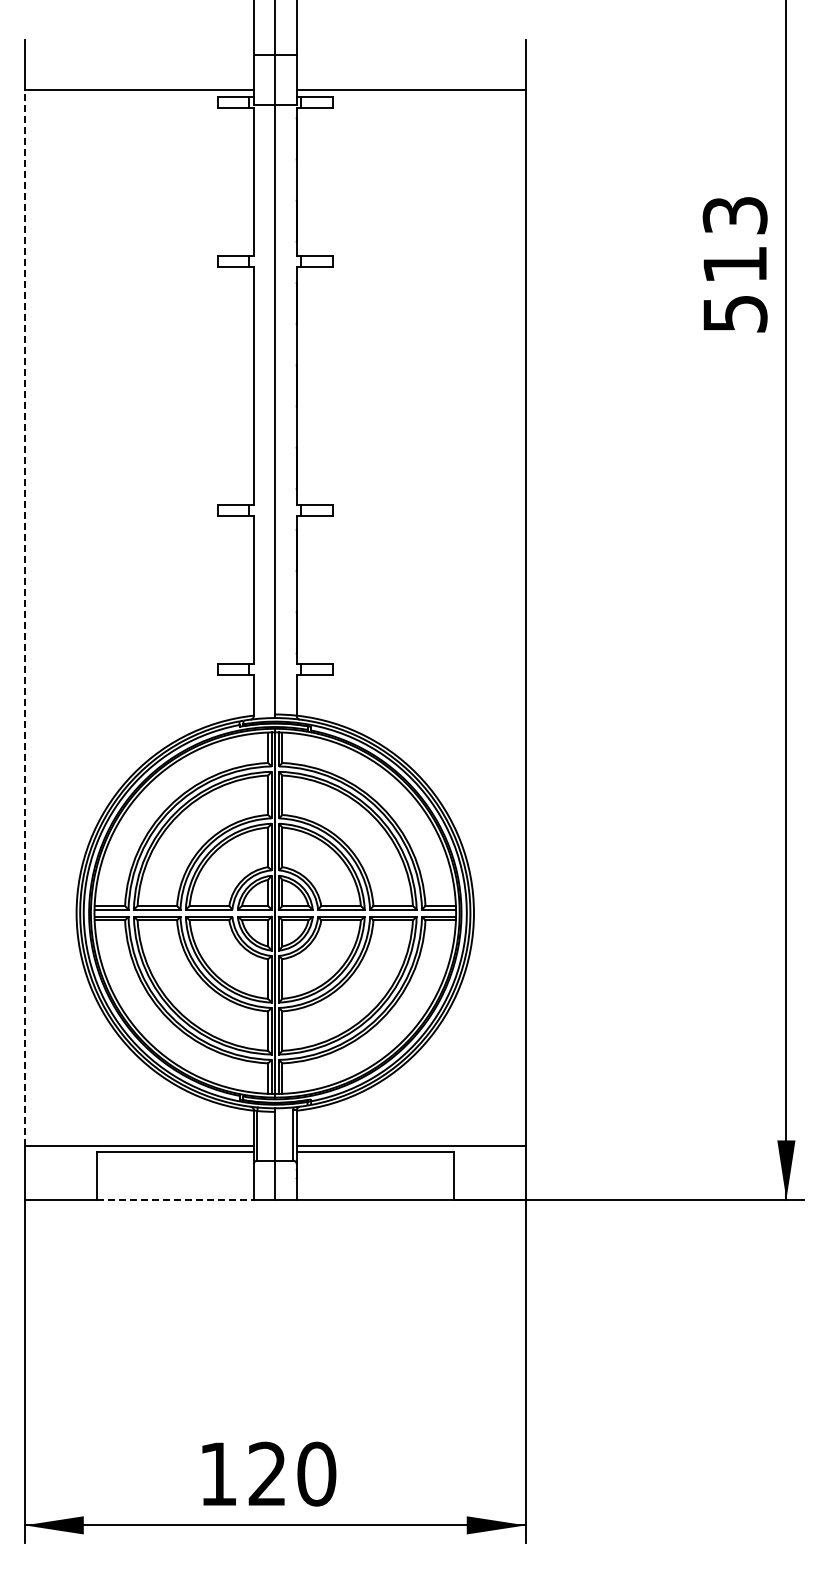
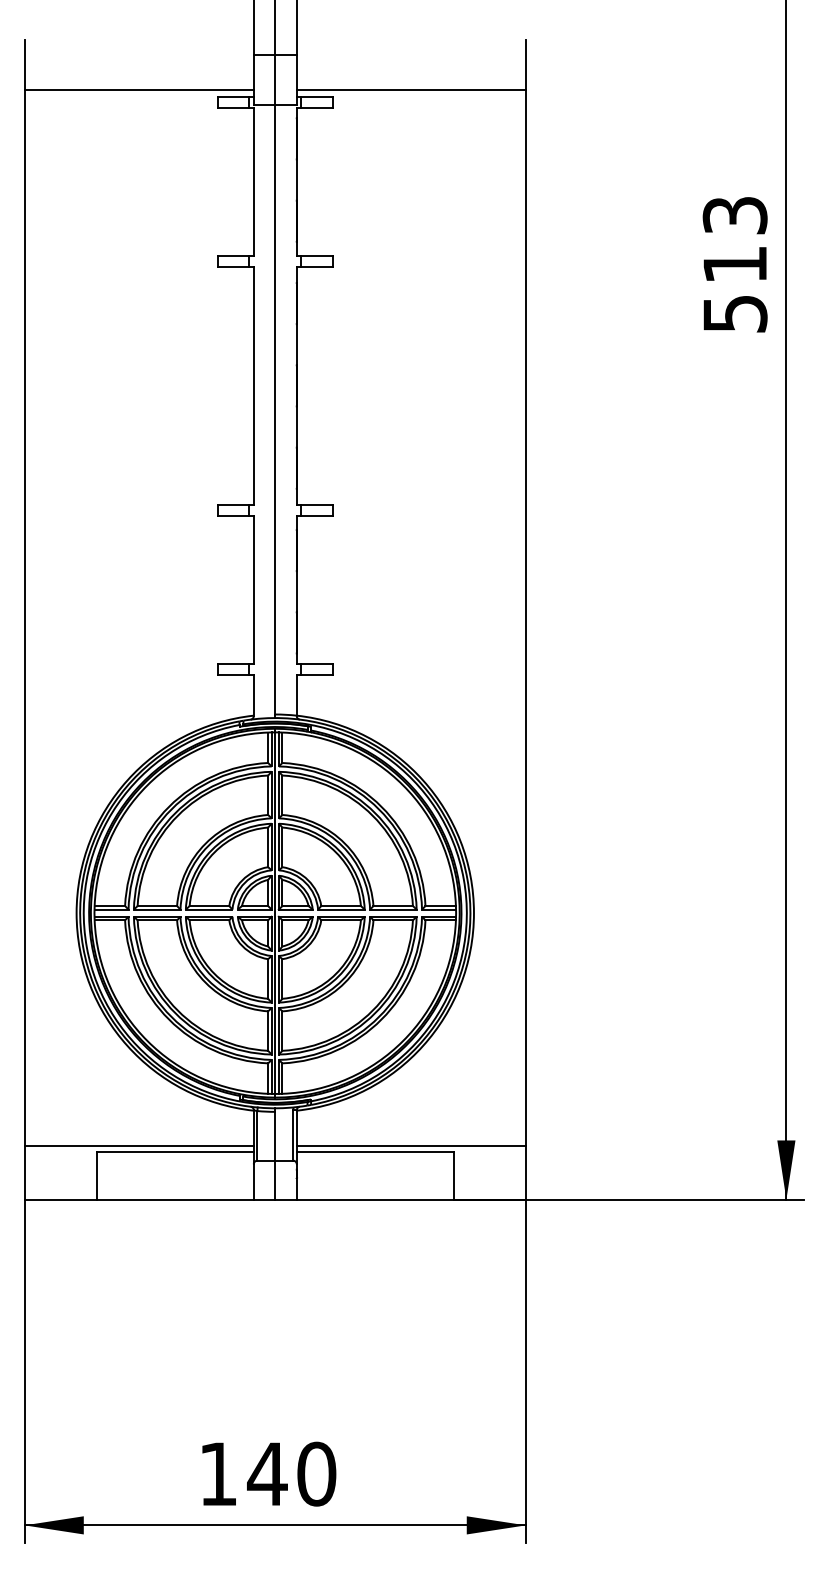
line at (24, 617): dashed -> solid
line at (175, 1199): dashed -> solid
text at (267, 1473): 120 -> 140
